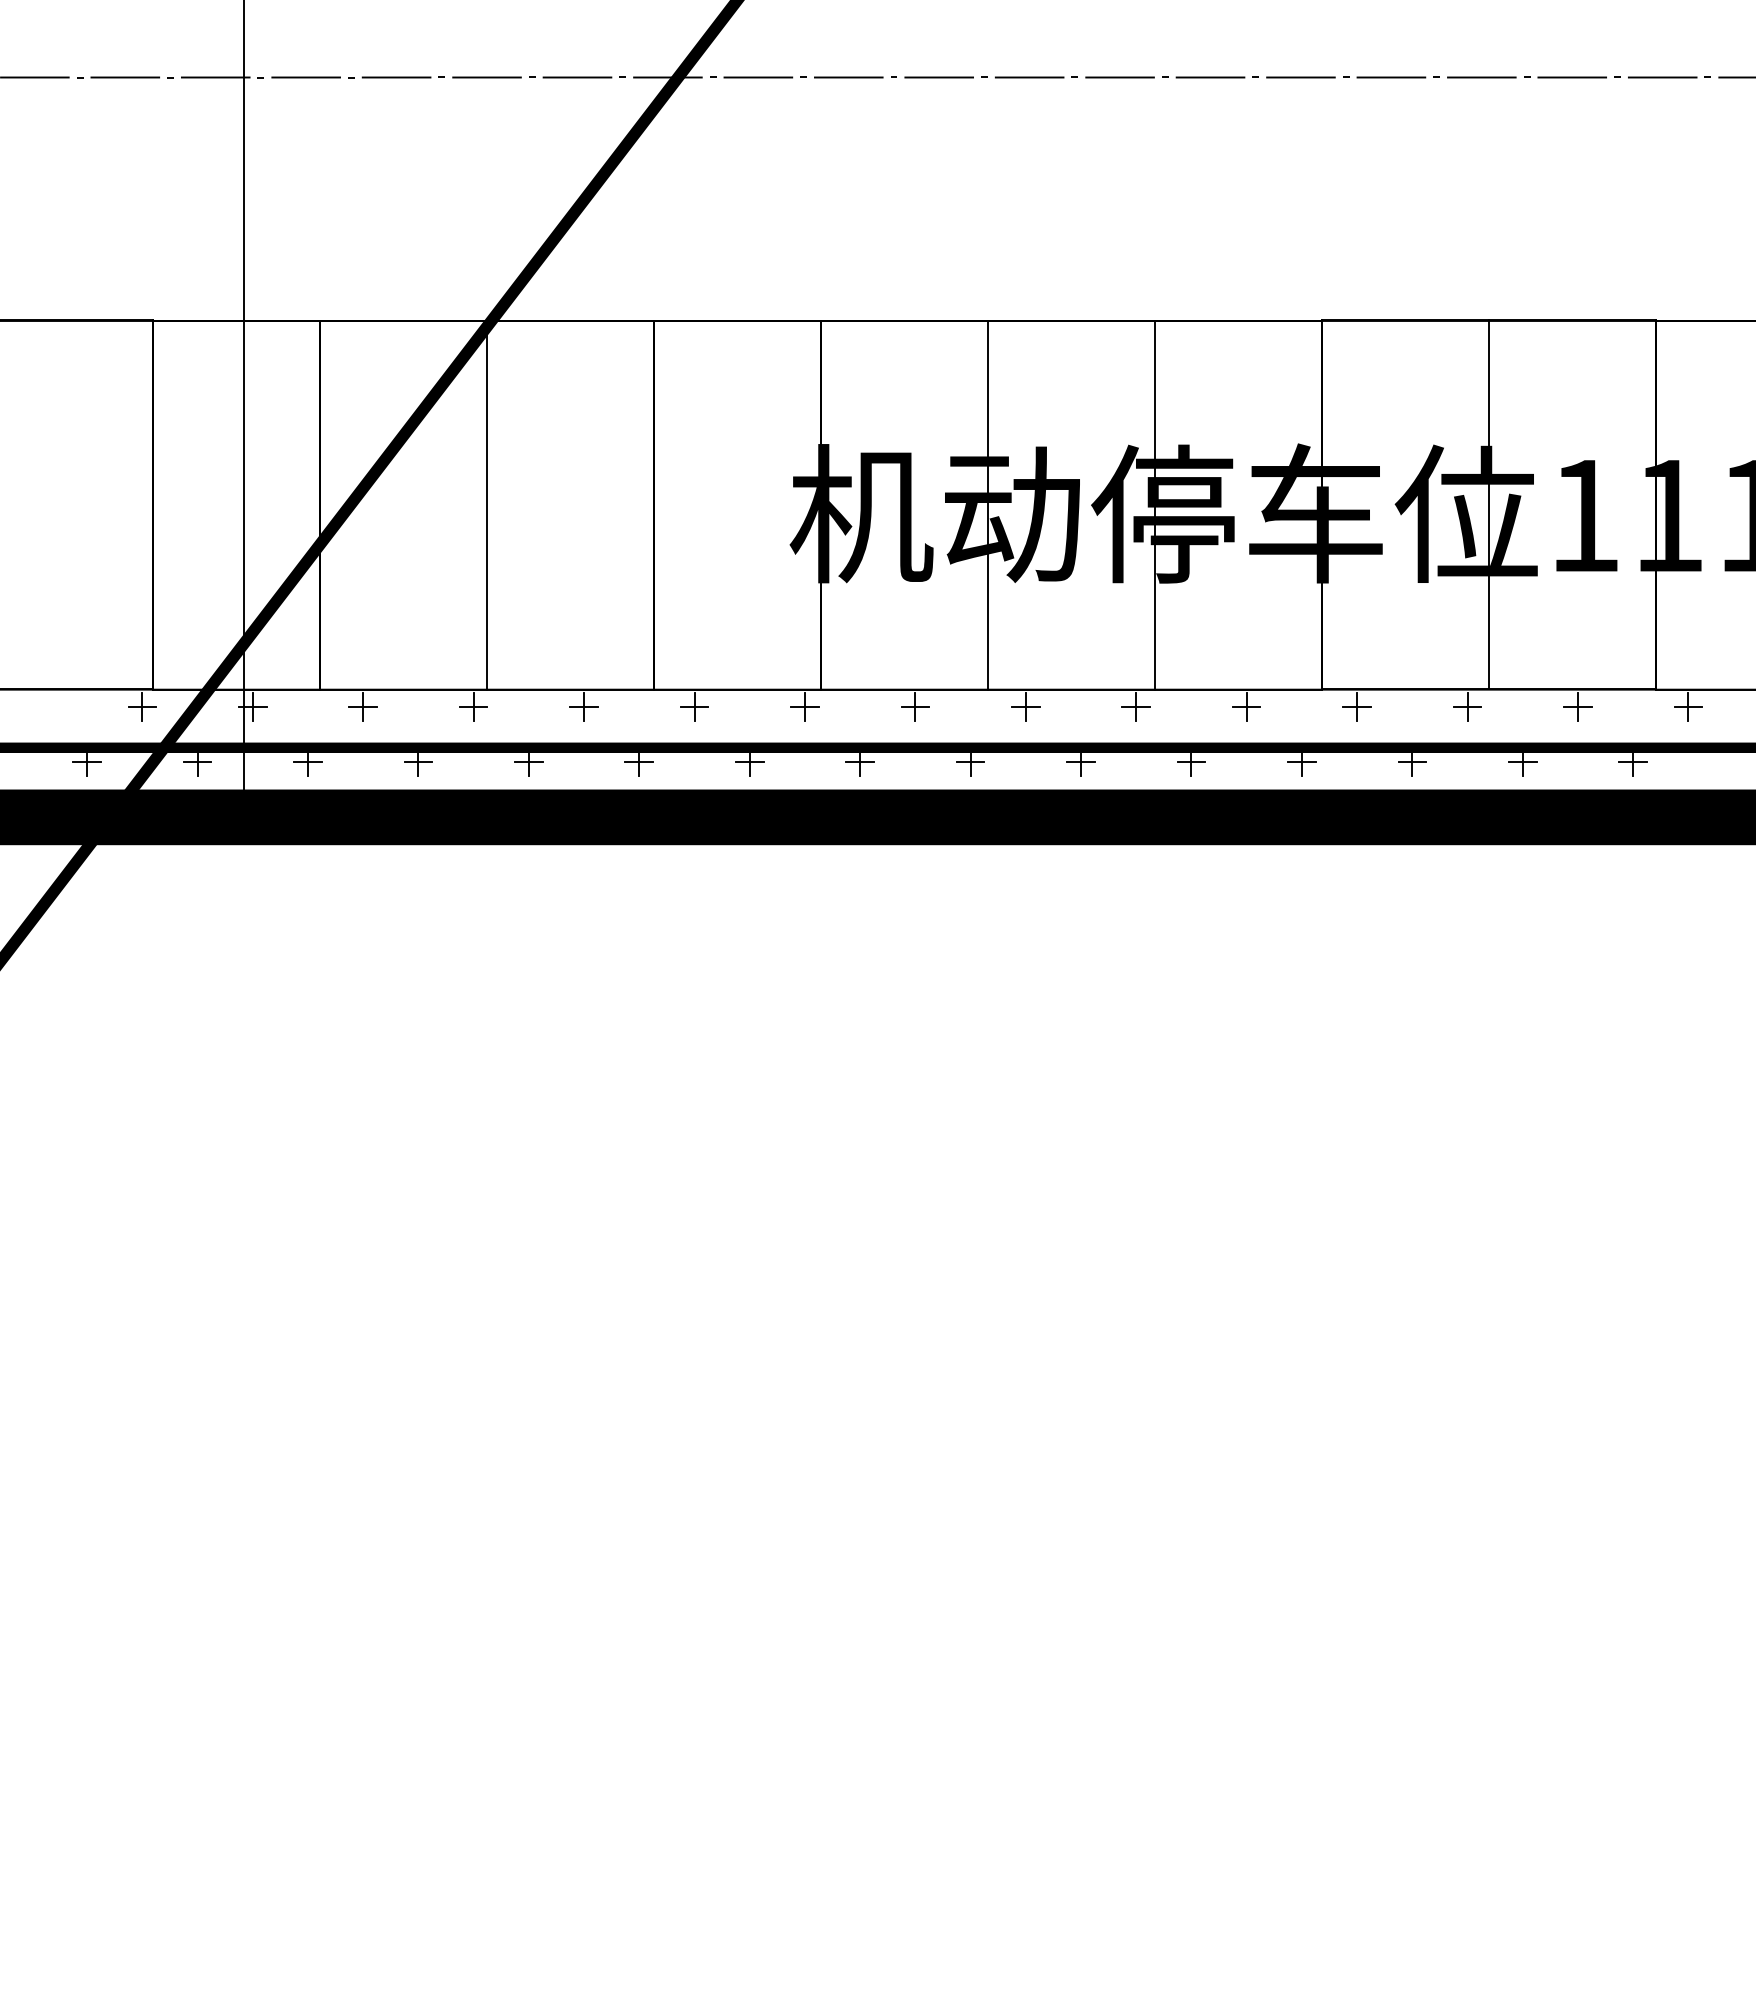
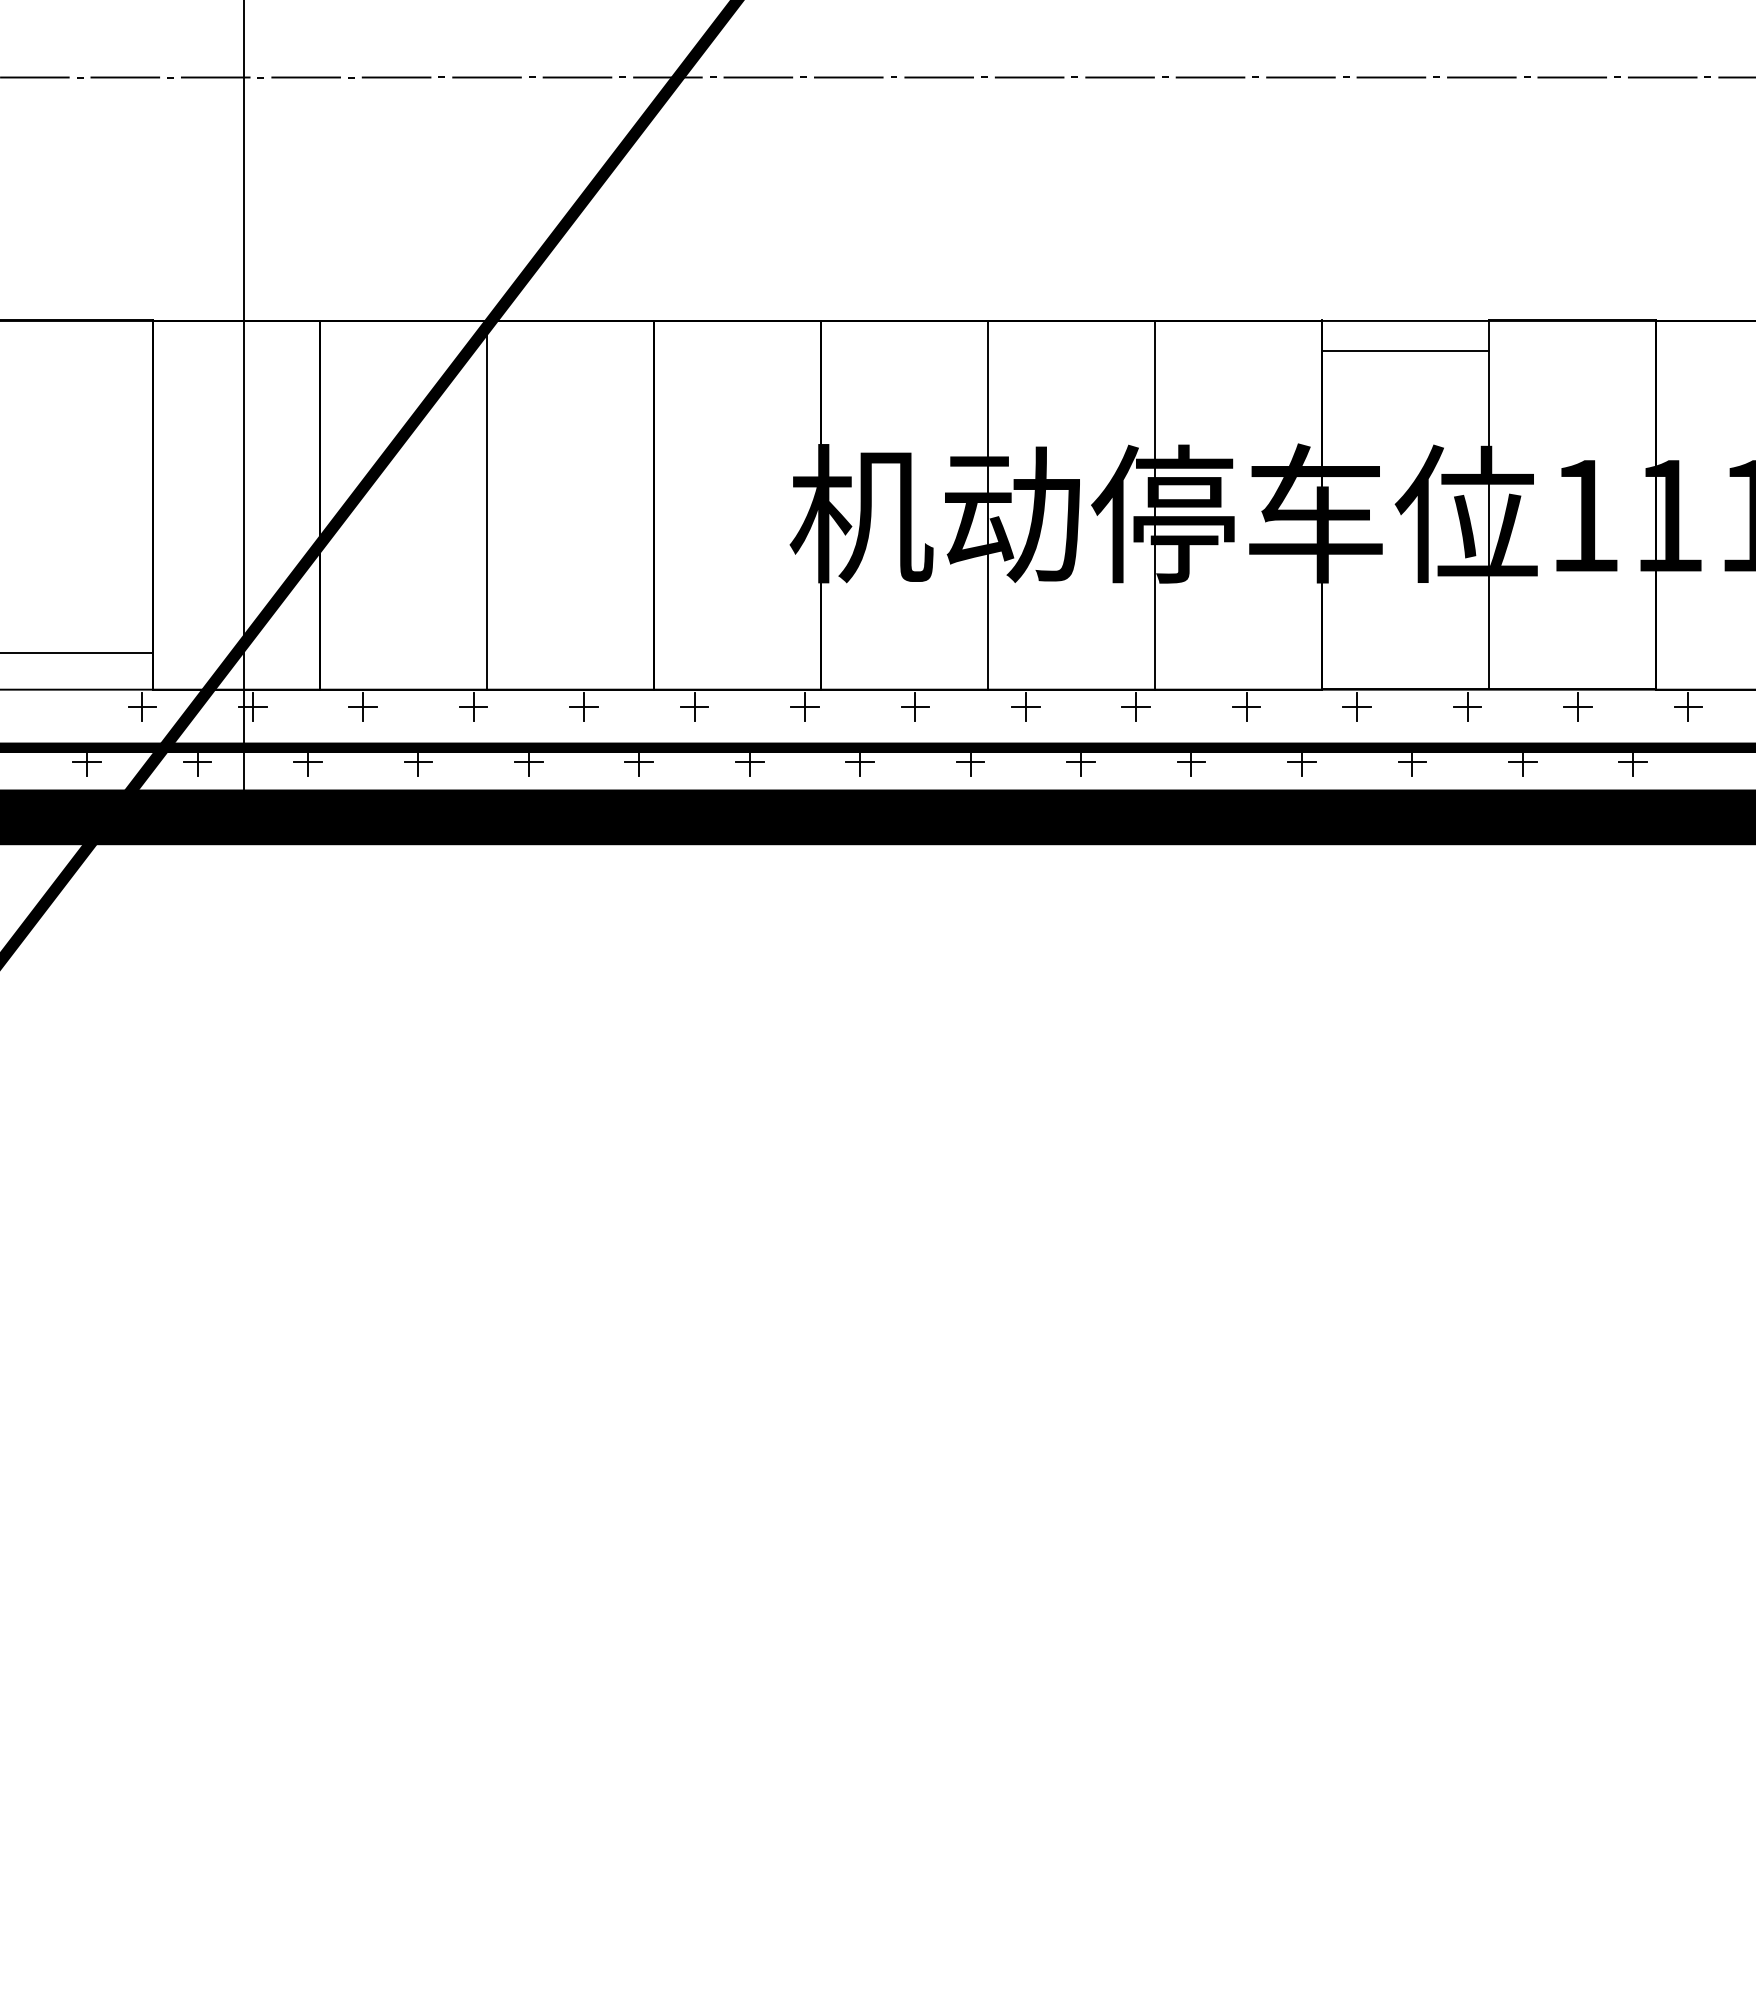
line at (1404, 320) position: (1404, 320) -> (1404, 351)
line at (77, 689) position: (77, 689) -> (77, 653)
